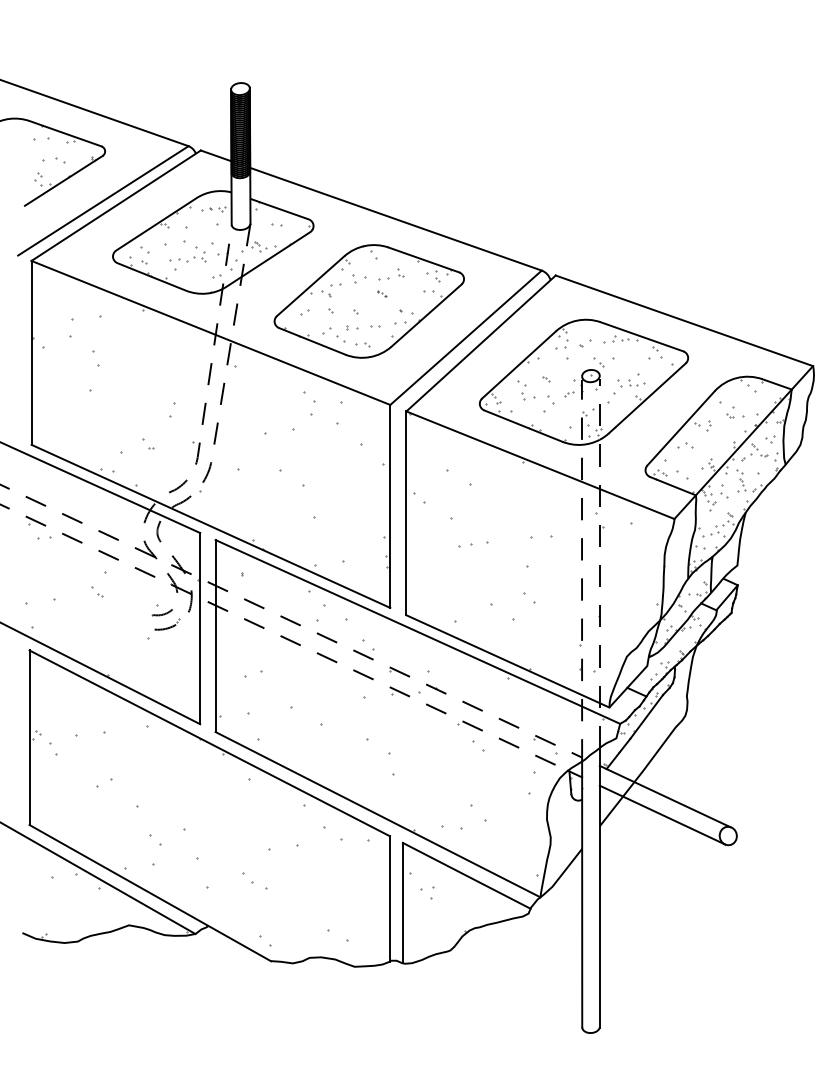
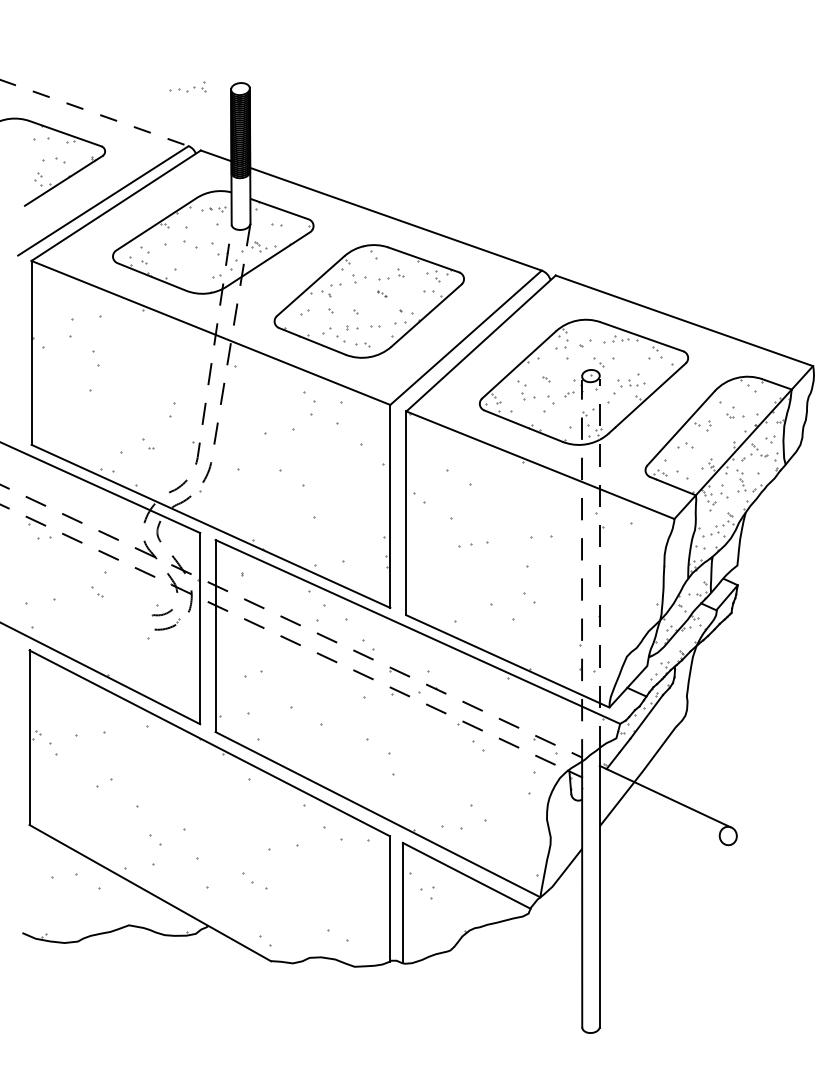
line at (94, 112): solid -> dashed
part at (187, 256) position: (187, 256) -> (187, 86)
line at (662, 814): present -> none
line at (98, 878): present -> none
